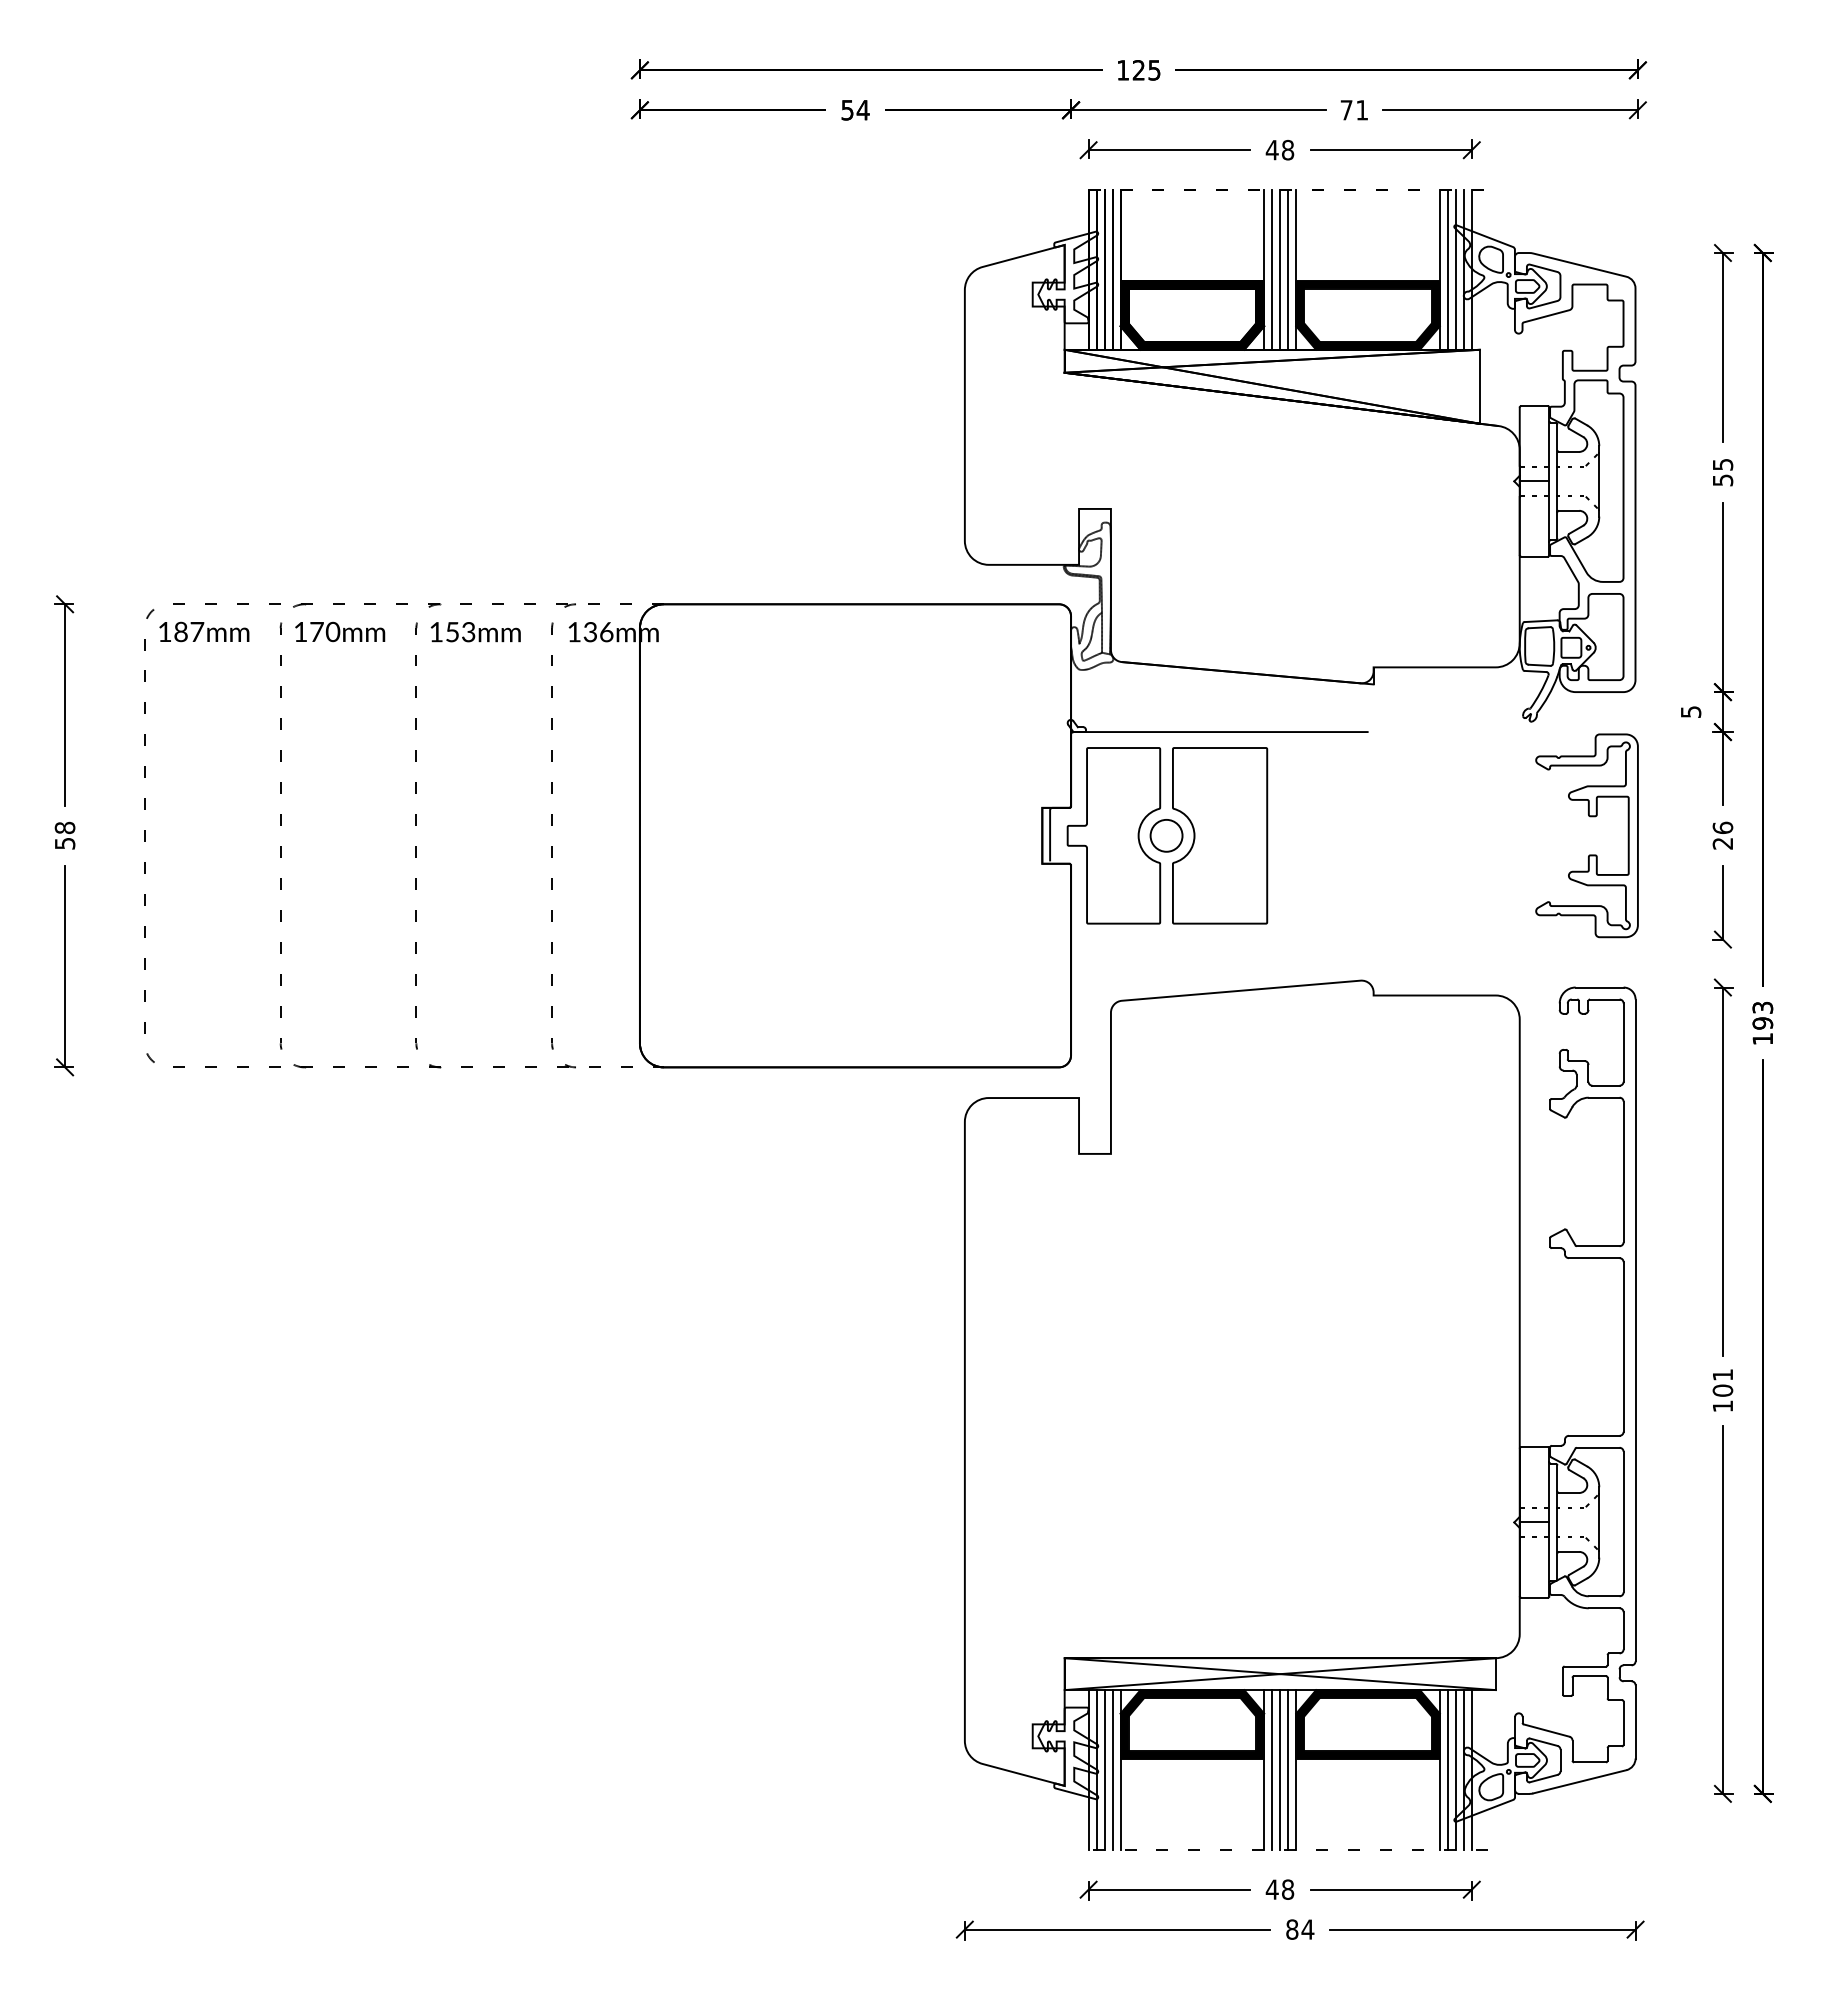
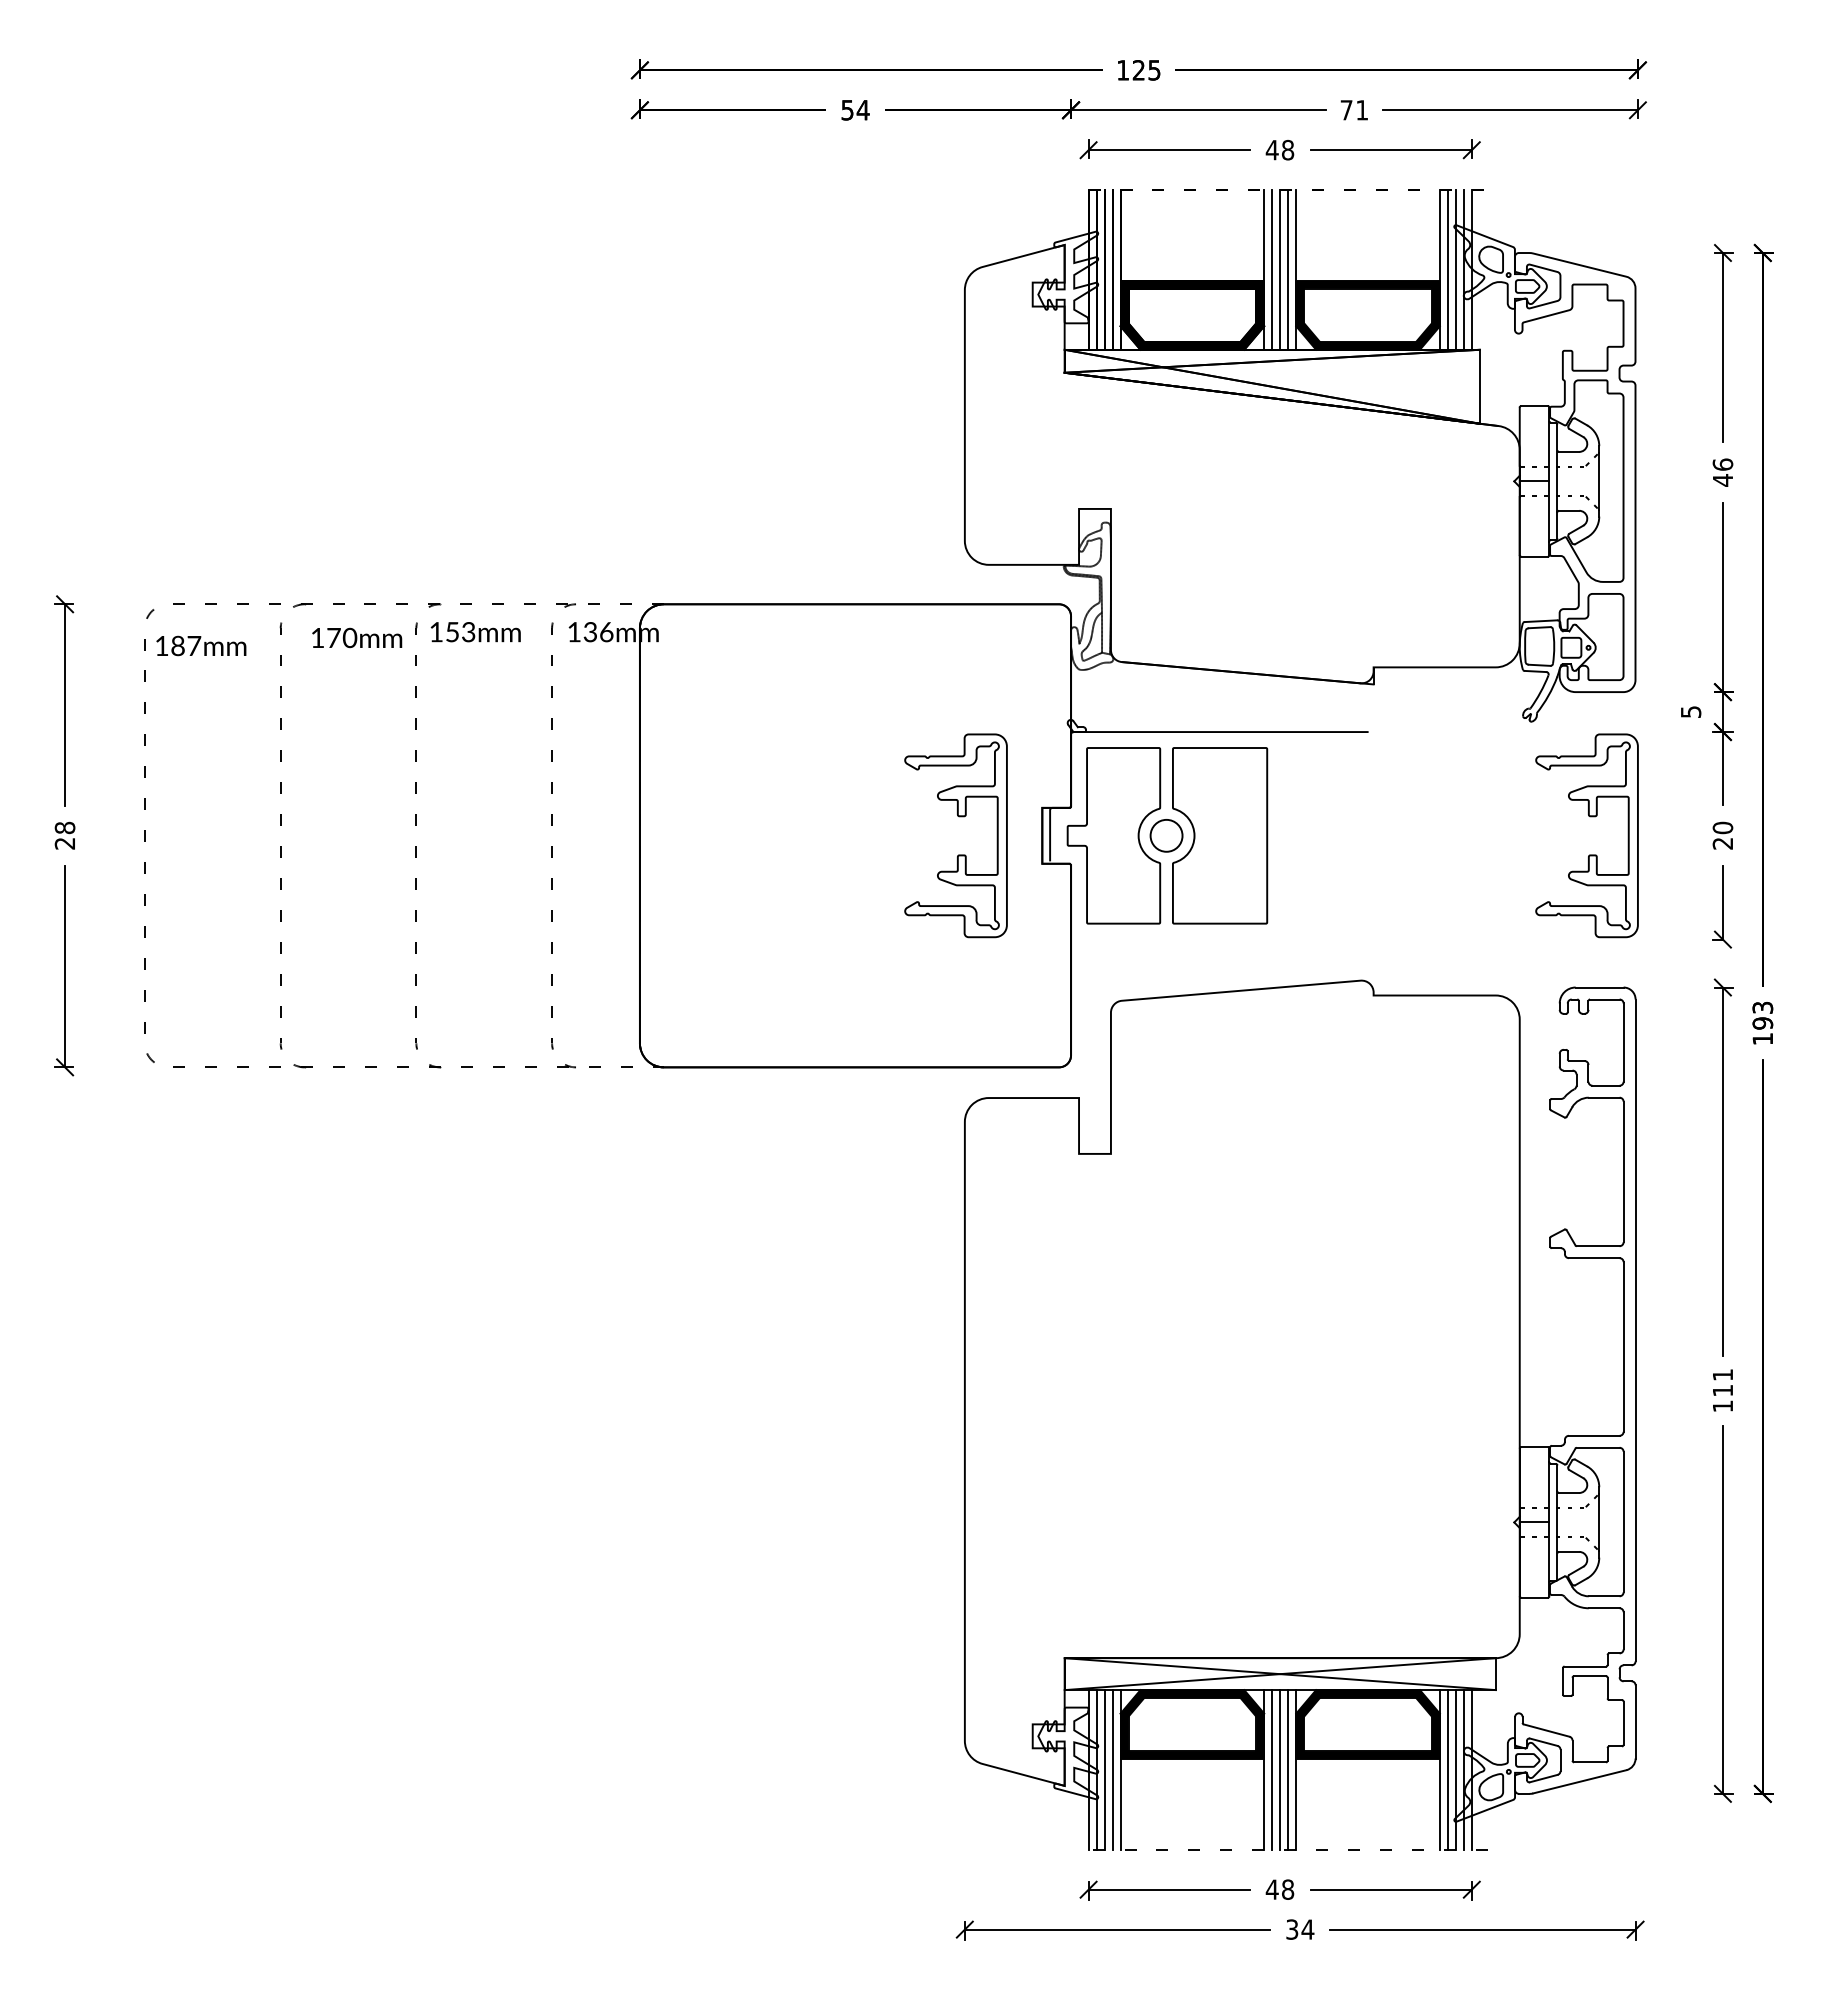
text at (1722, 472): 55 -> 46
text at (204, 631) position: (204, 631) -> (201, 645)
text at (340, 631) position: (340, 631) -> (357, 637)
part at (959, 817): none -> present
text at (1722, 827): 26 -> 20
text at (64, 843): 58 -> 28
text at (1722, 1390): 101 -> 111
text at (1292, 1929): 84 -> 34
